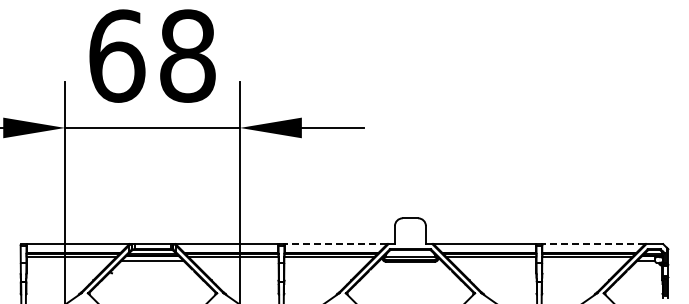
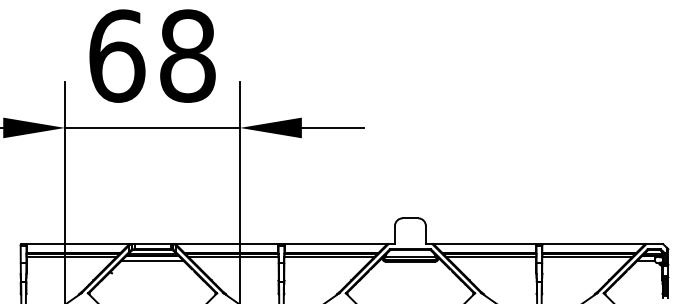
line at (335, 244): dashed -> solid
line at (593, 244): dashed -> solid
